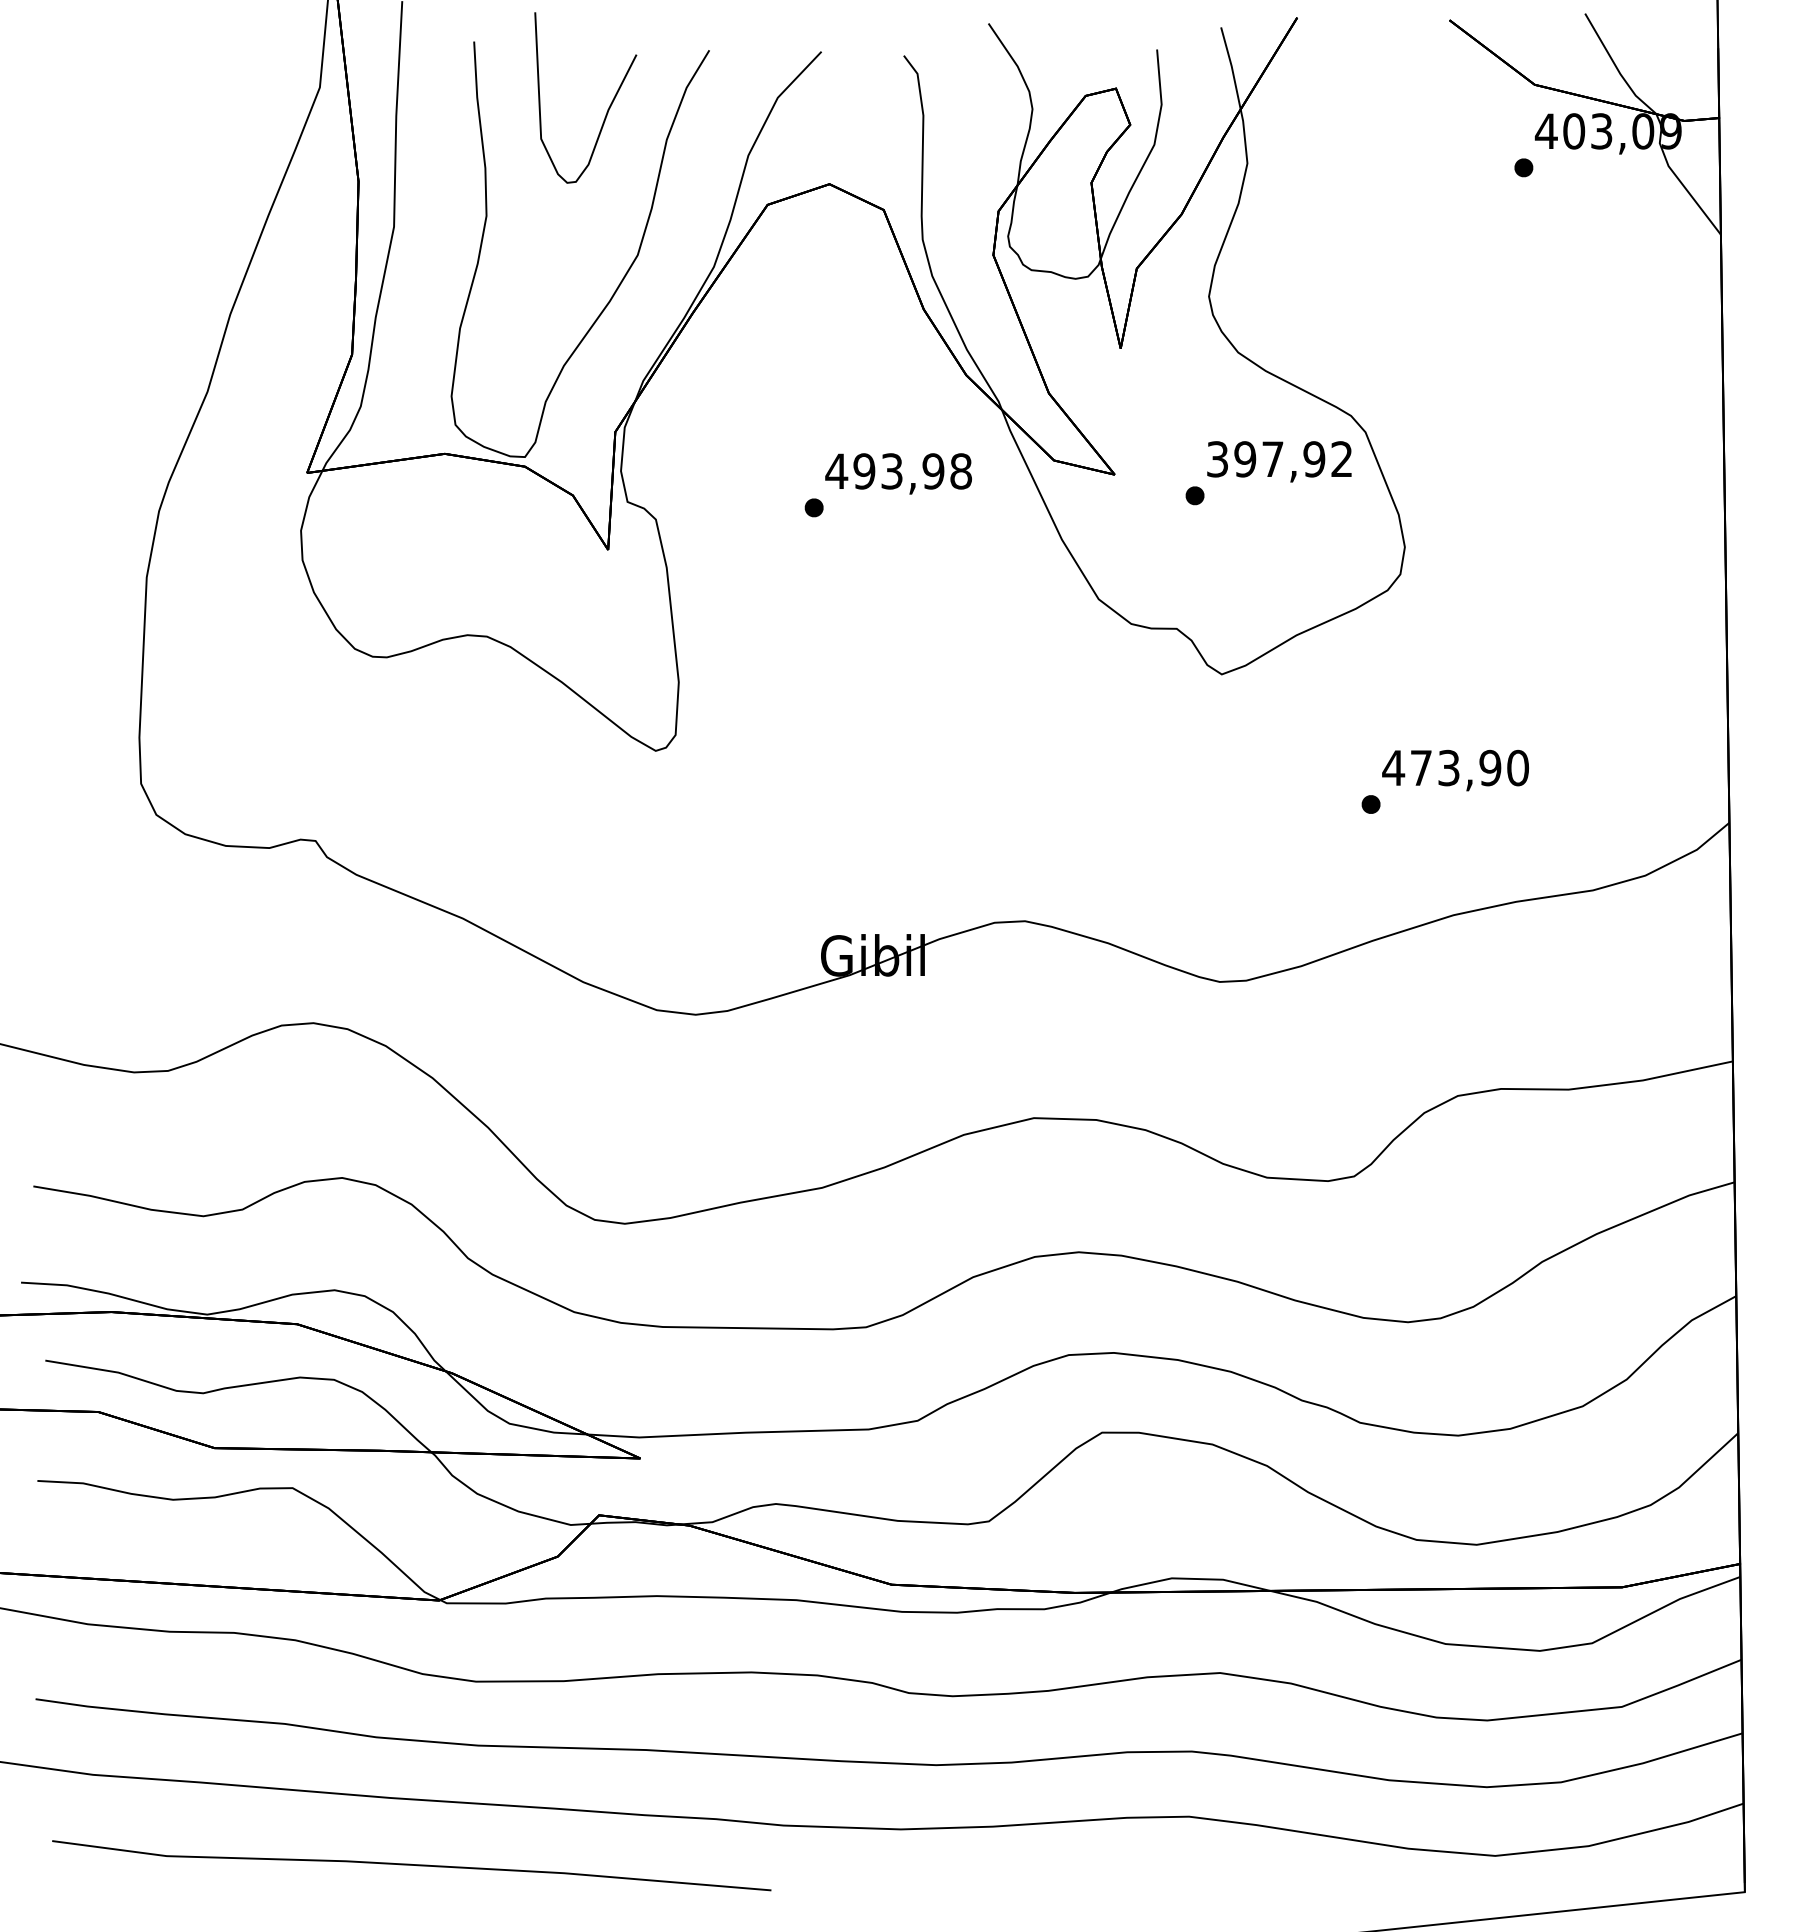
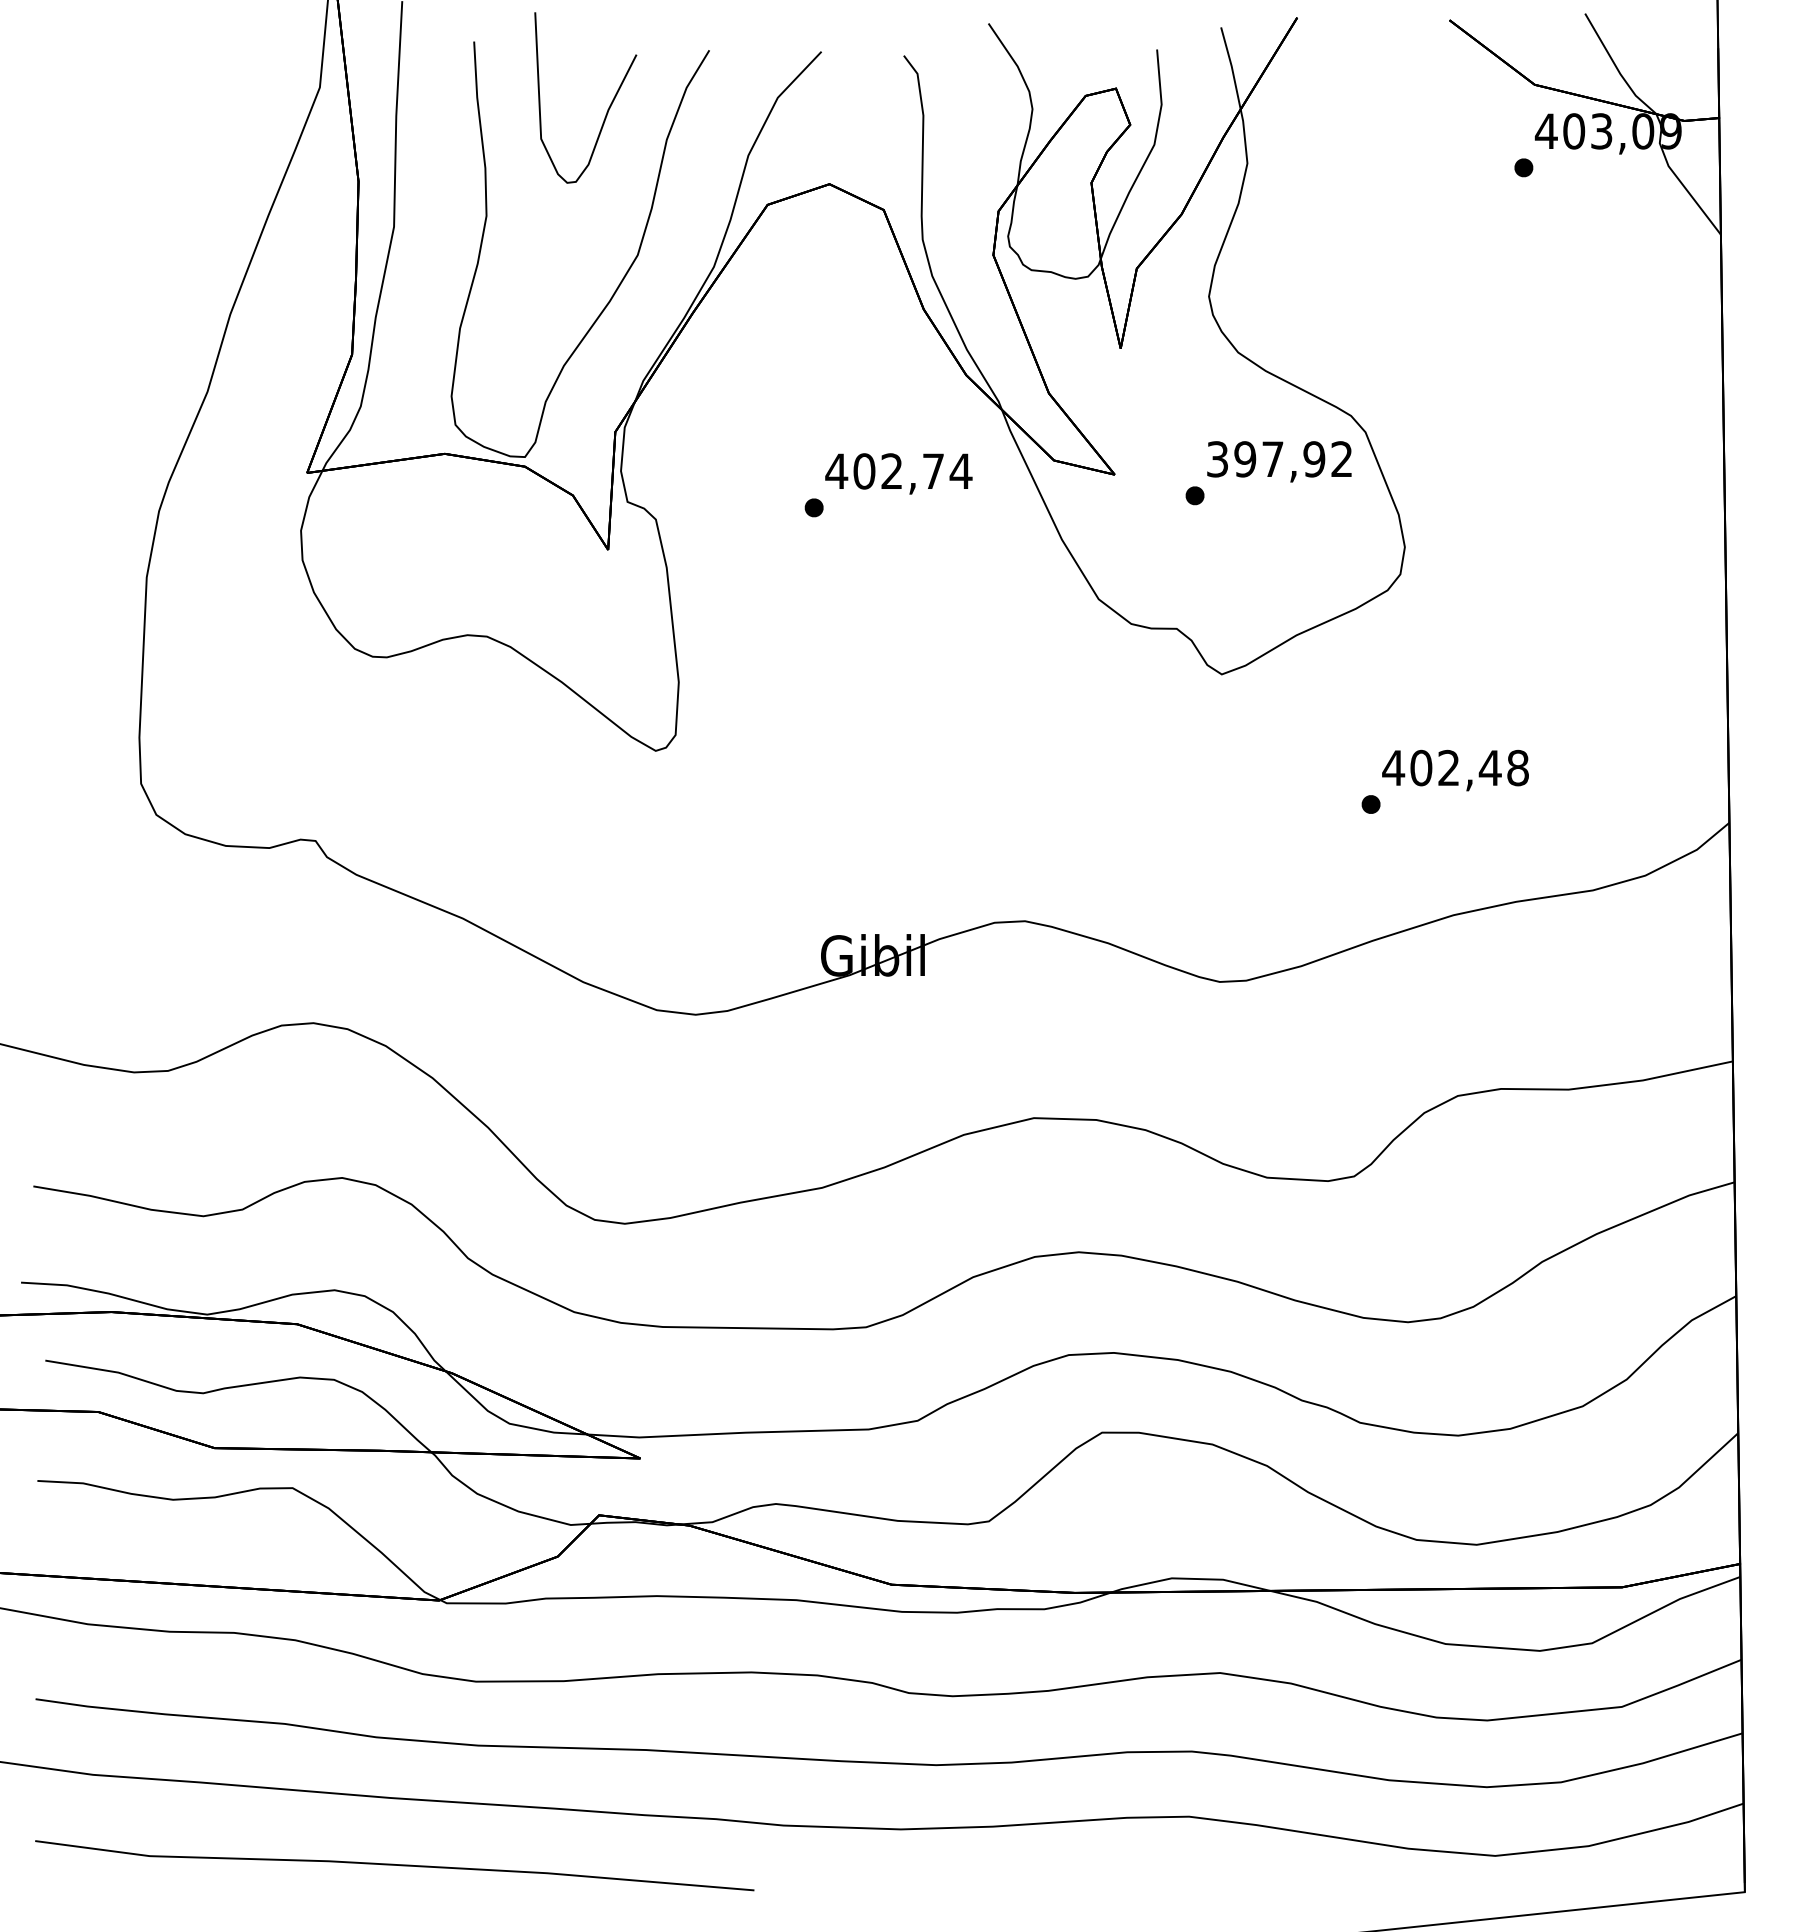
text at (912, 471): 493,98 -> 402,74
text at (1469, 767): 473,90 -> 402,48
line at (411, 1865) position: (411, 1865) -> (394, 1865)
